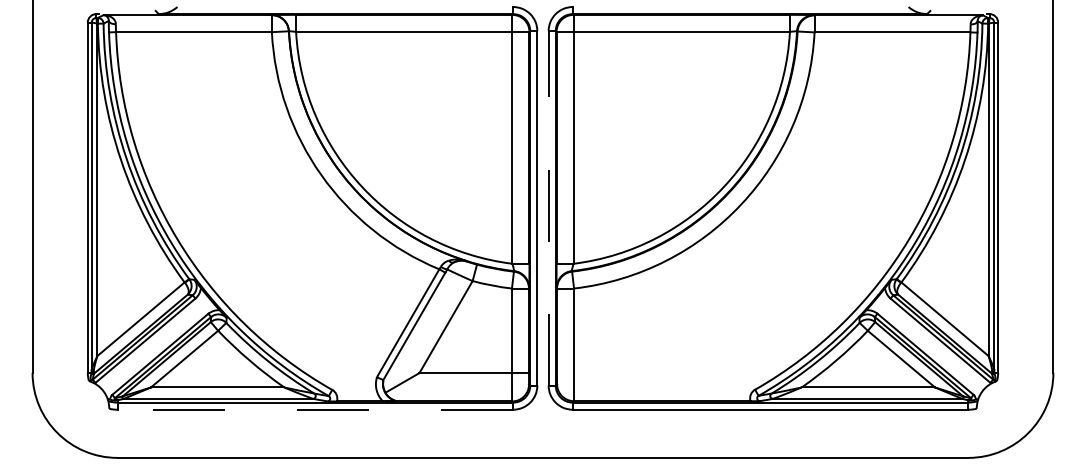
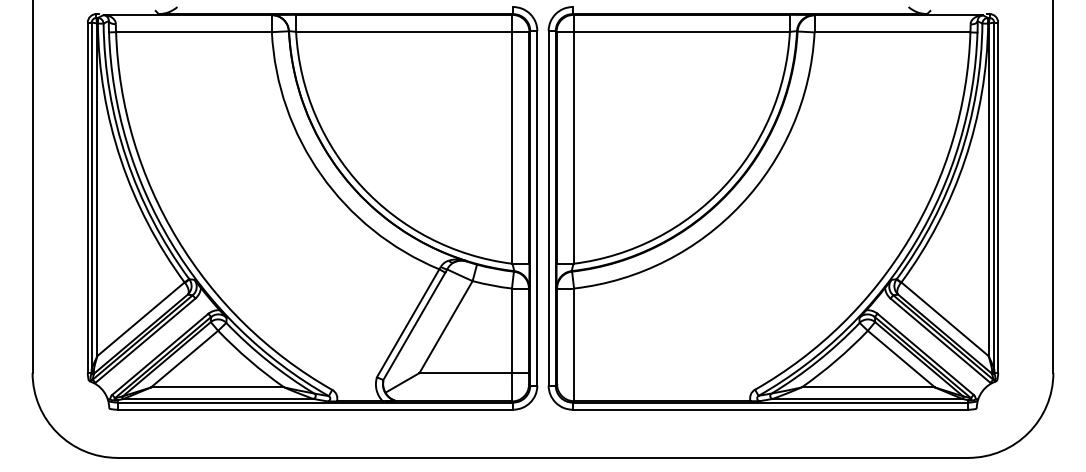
line at (548, 207): dashed -> solid
line at (315, 409): dashed -> solid
